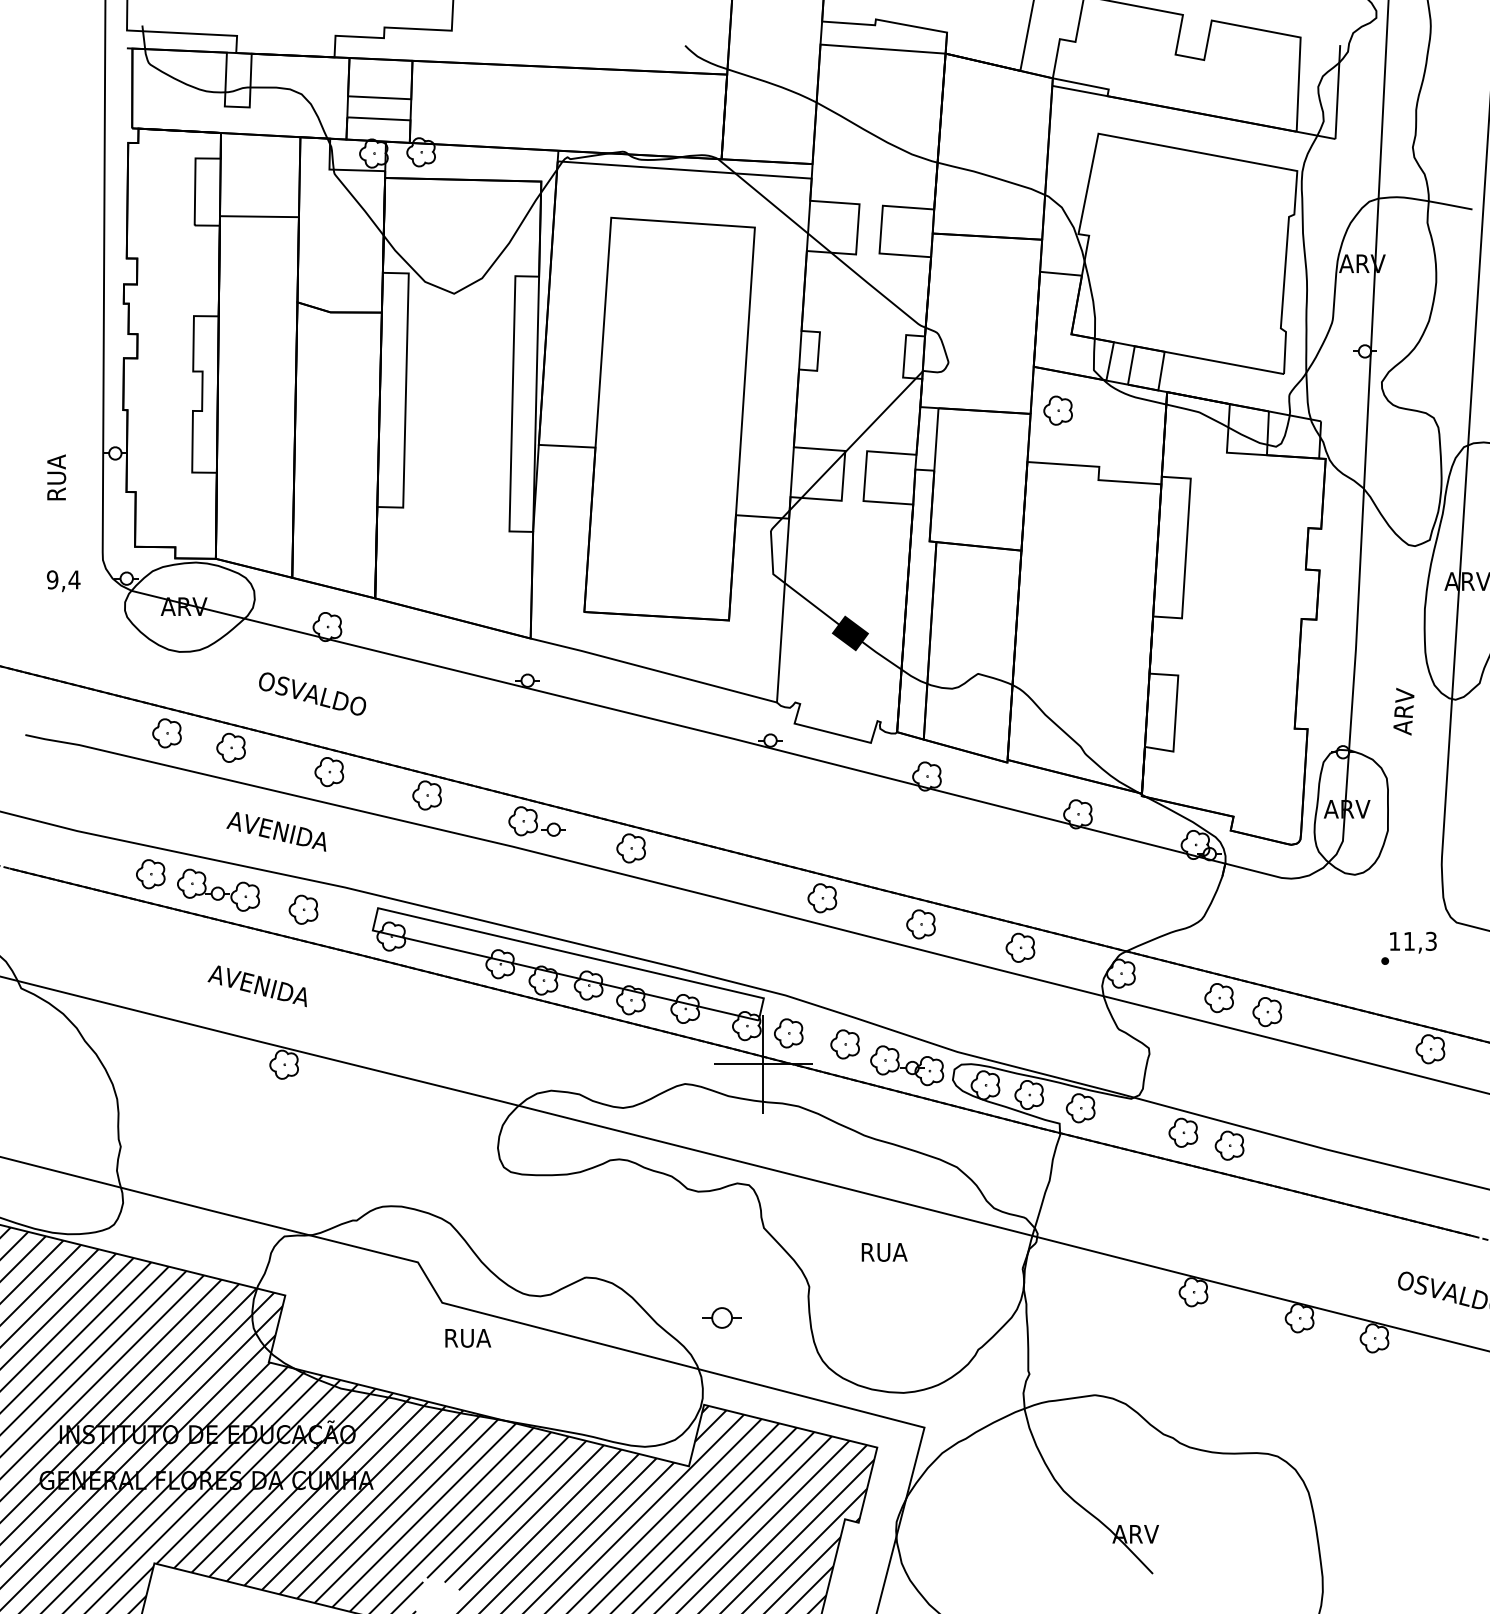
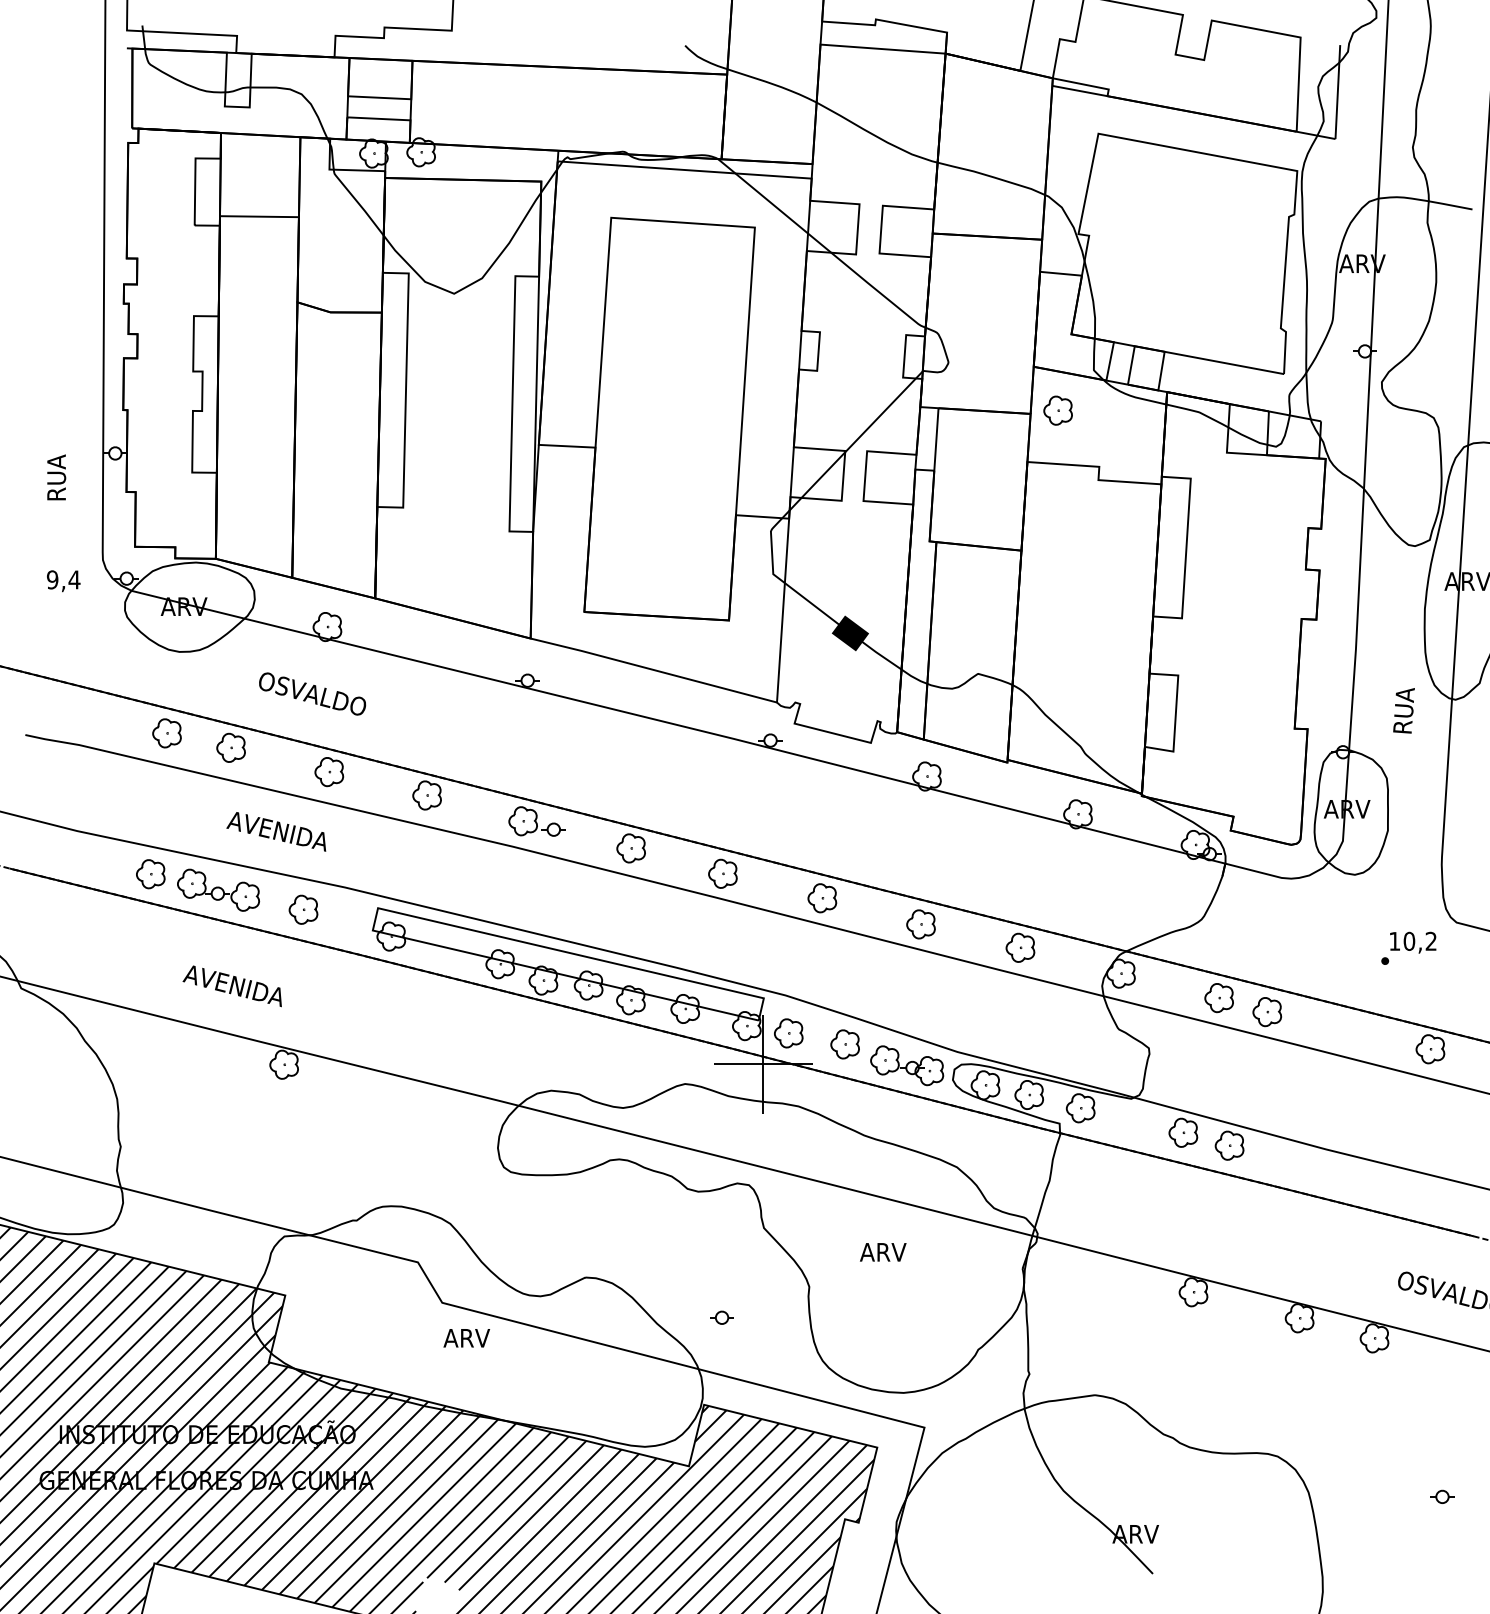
text at (1403, 711): ARV -> RUA
part at (722, 873): none -> present
text at (1419, 940): 11,3 -> 10,2
text at (256, 986) position: (256, 986) -> (231, 986)
text at (883, 1252): RUA -> ARV
part at (721, 1317) size: 40x22 px -> 24x15 px
text at (467, 1338): RUA -> ARV
part at (1442, 1496): none -> present
